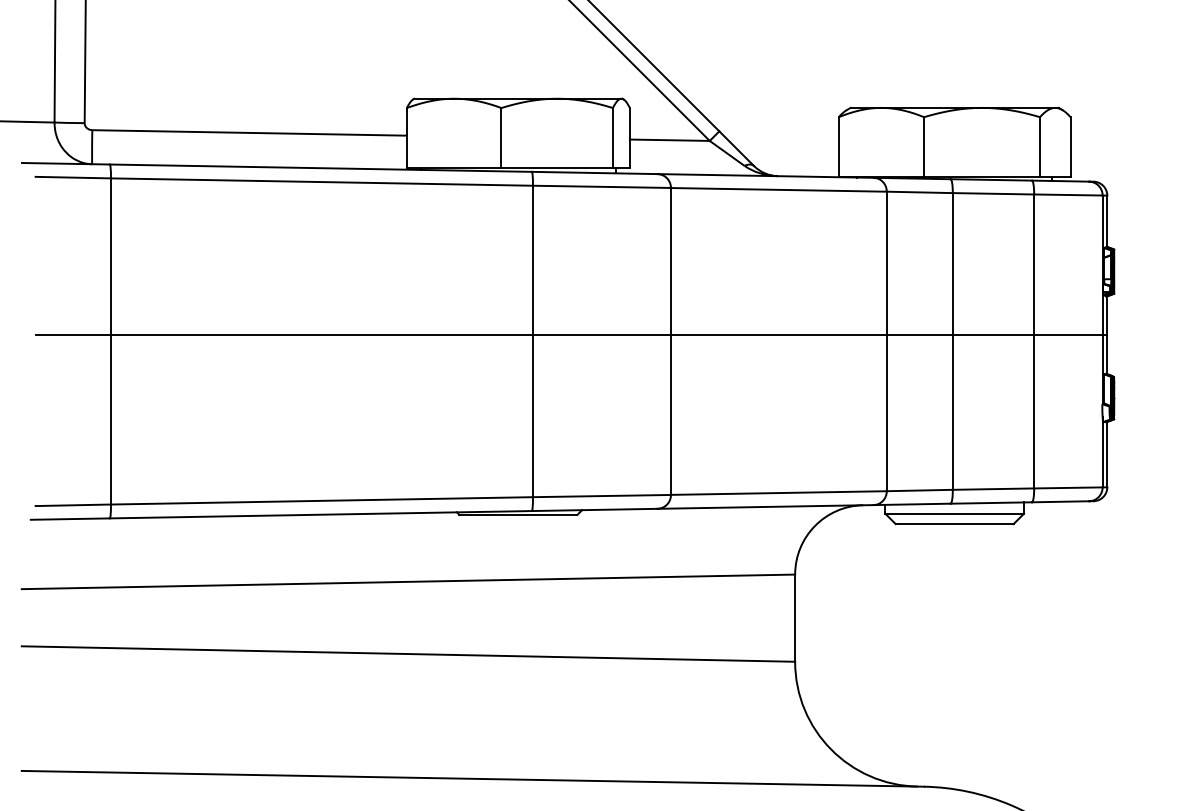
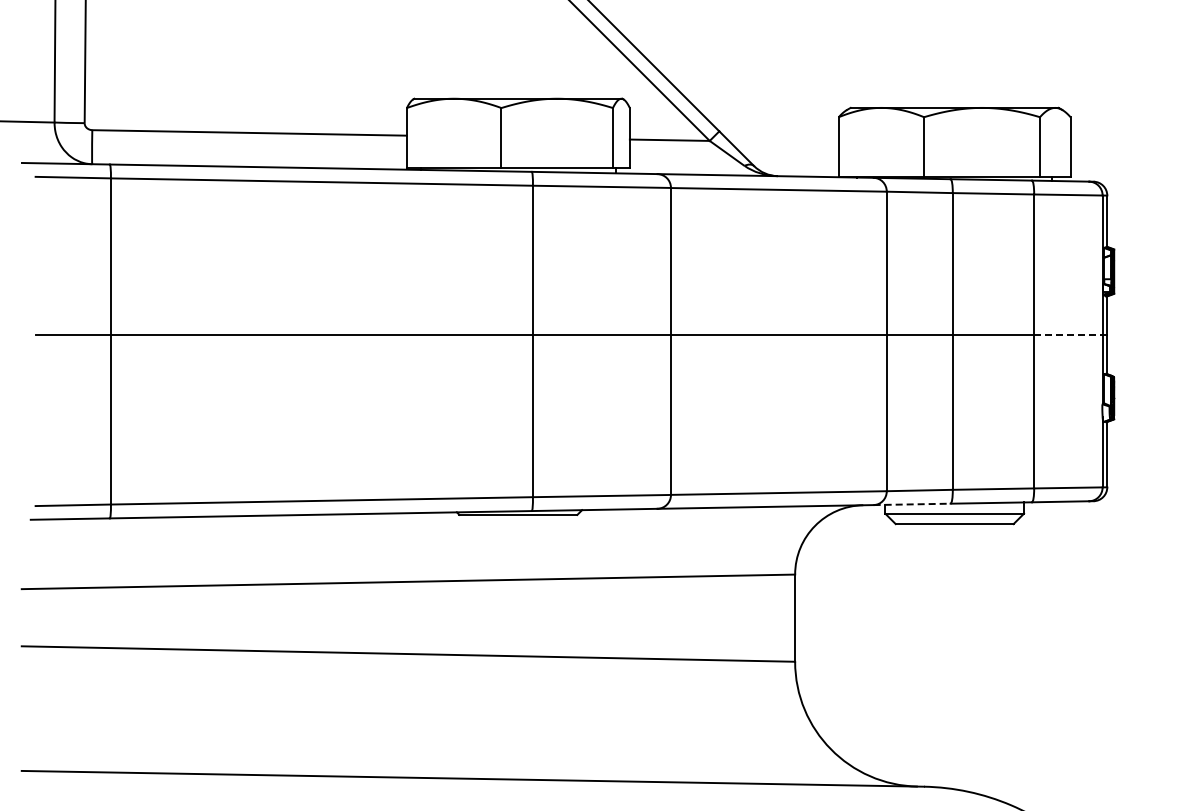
line at (1068, 334): solid -> dashed
line at (912, 504): solid -> dashed
